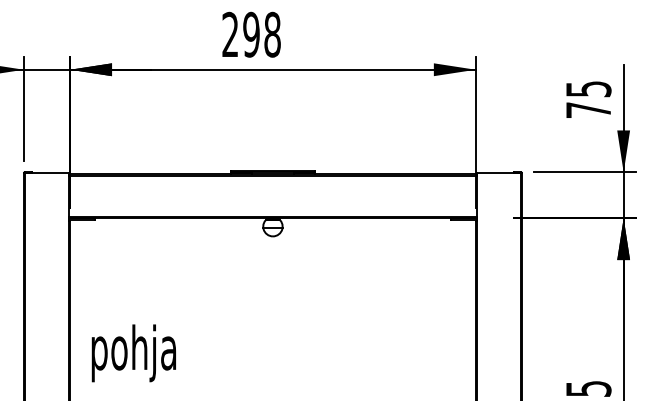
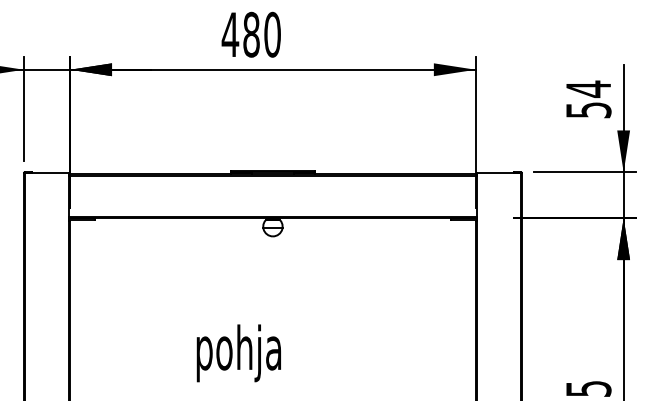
text at (250, 34): 298 -> 480
text at (588, 99): 75 -> 54
text at (133, 353) position: (133, 353) -> (238, 353)
